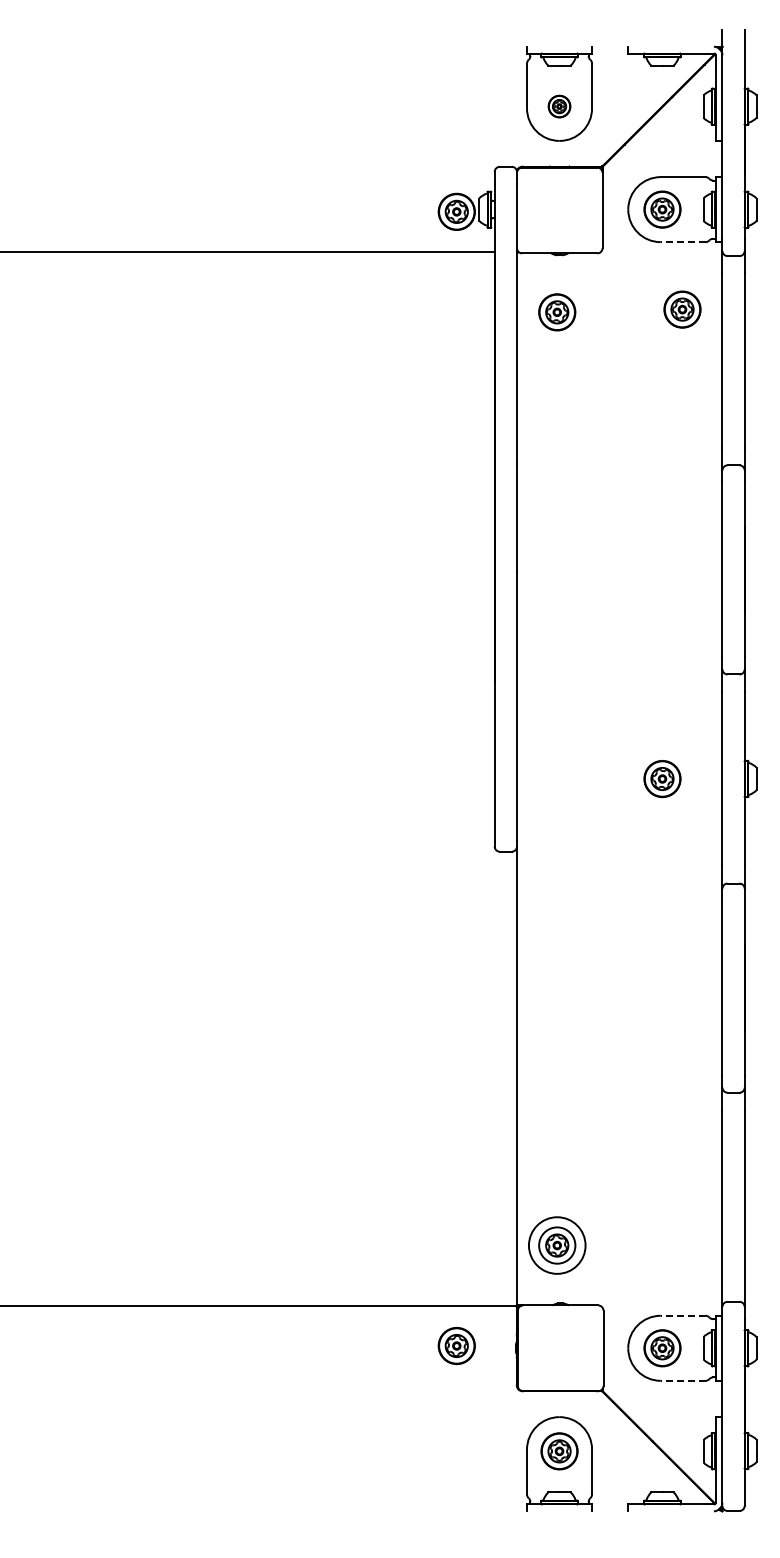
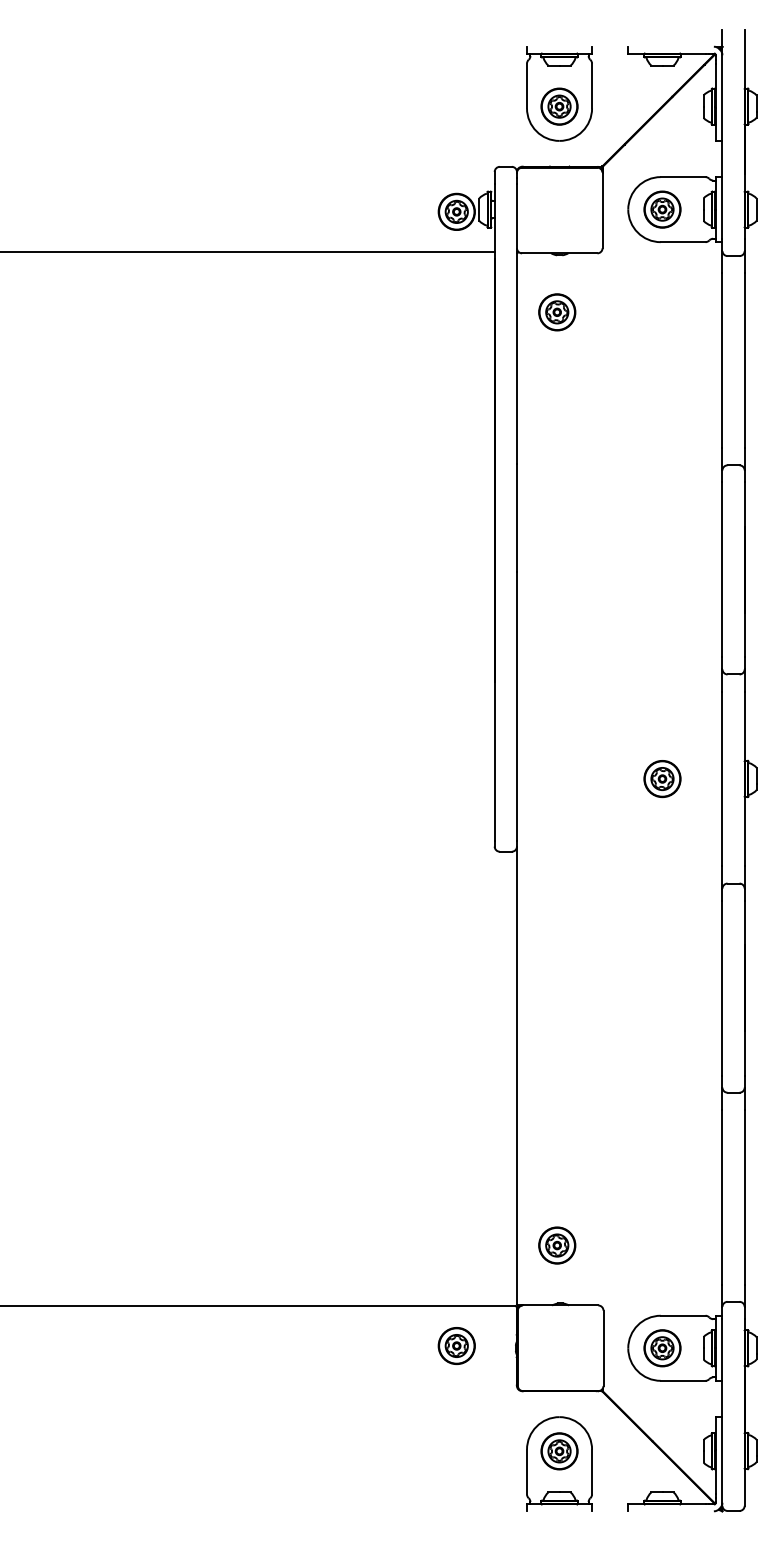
part at (559, 106) size: 25x25 px -> 39x39 px
line at (682, 242): dashed -> solid
part at (682, 309): present -> none
circle at (556, 1245) diameter: 57 px -> 35 px
line at (682, 1315): dashed -> solid
line at (682, 1380): dashed -> solid
